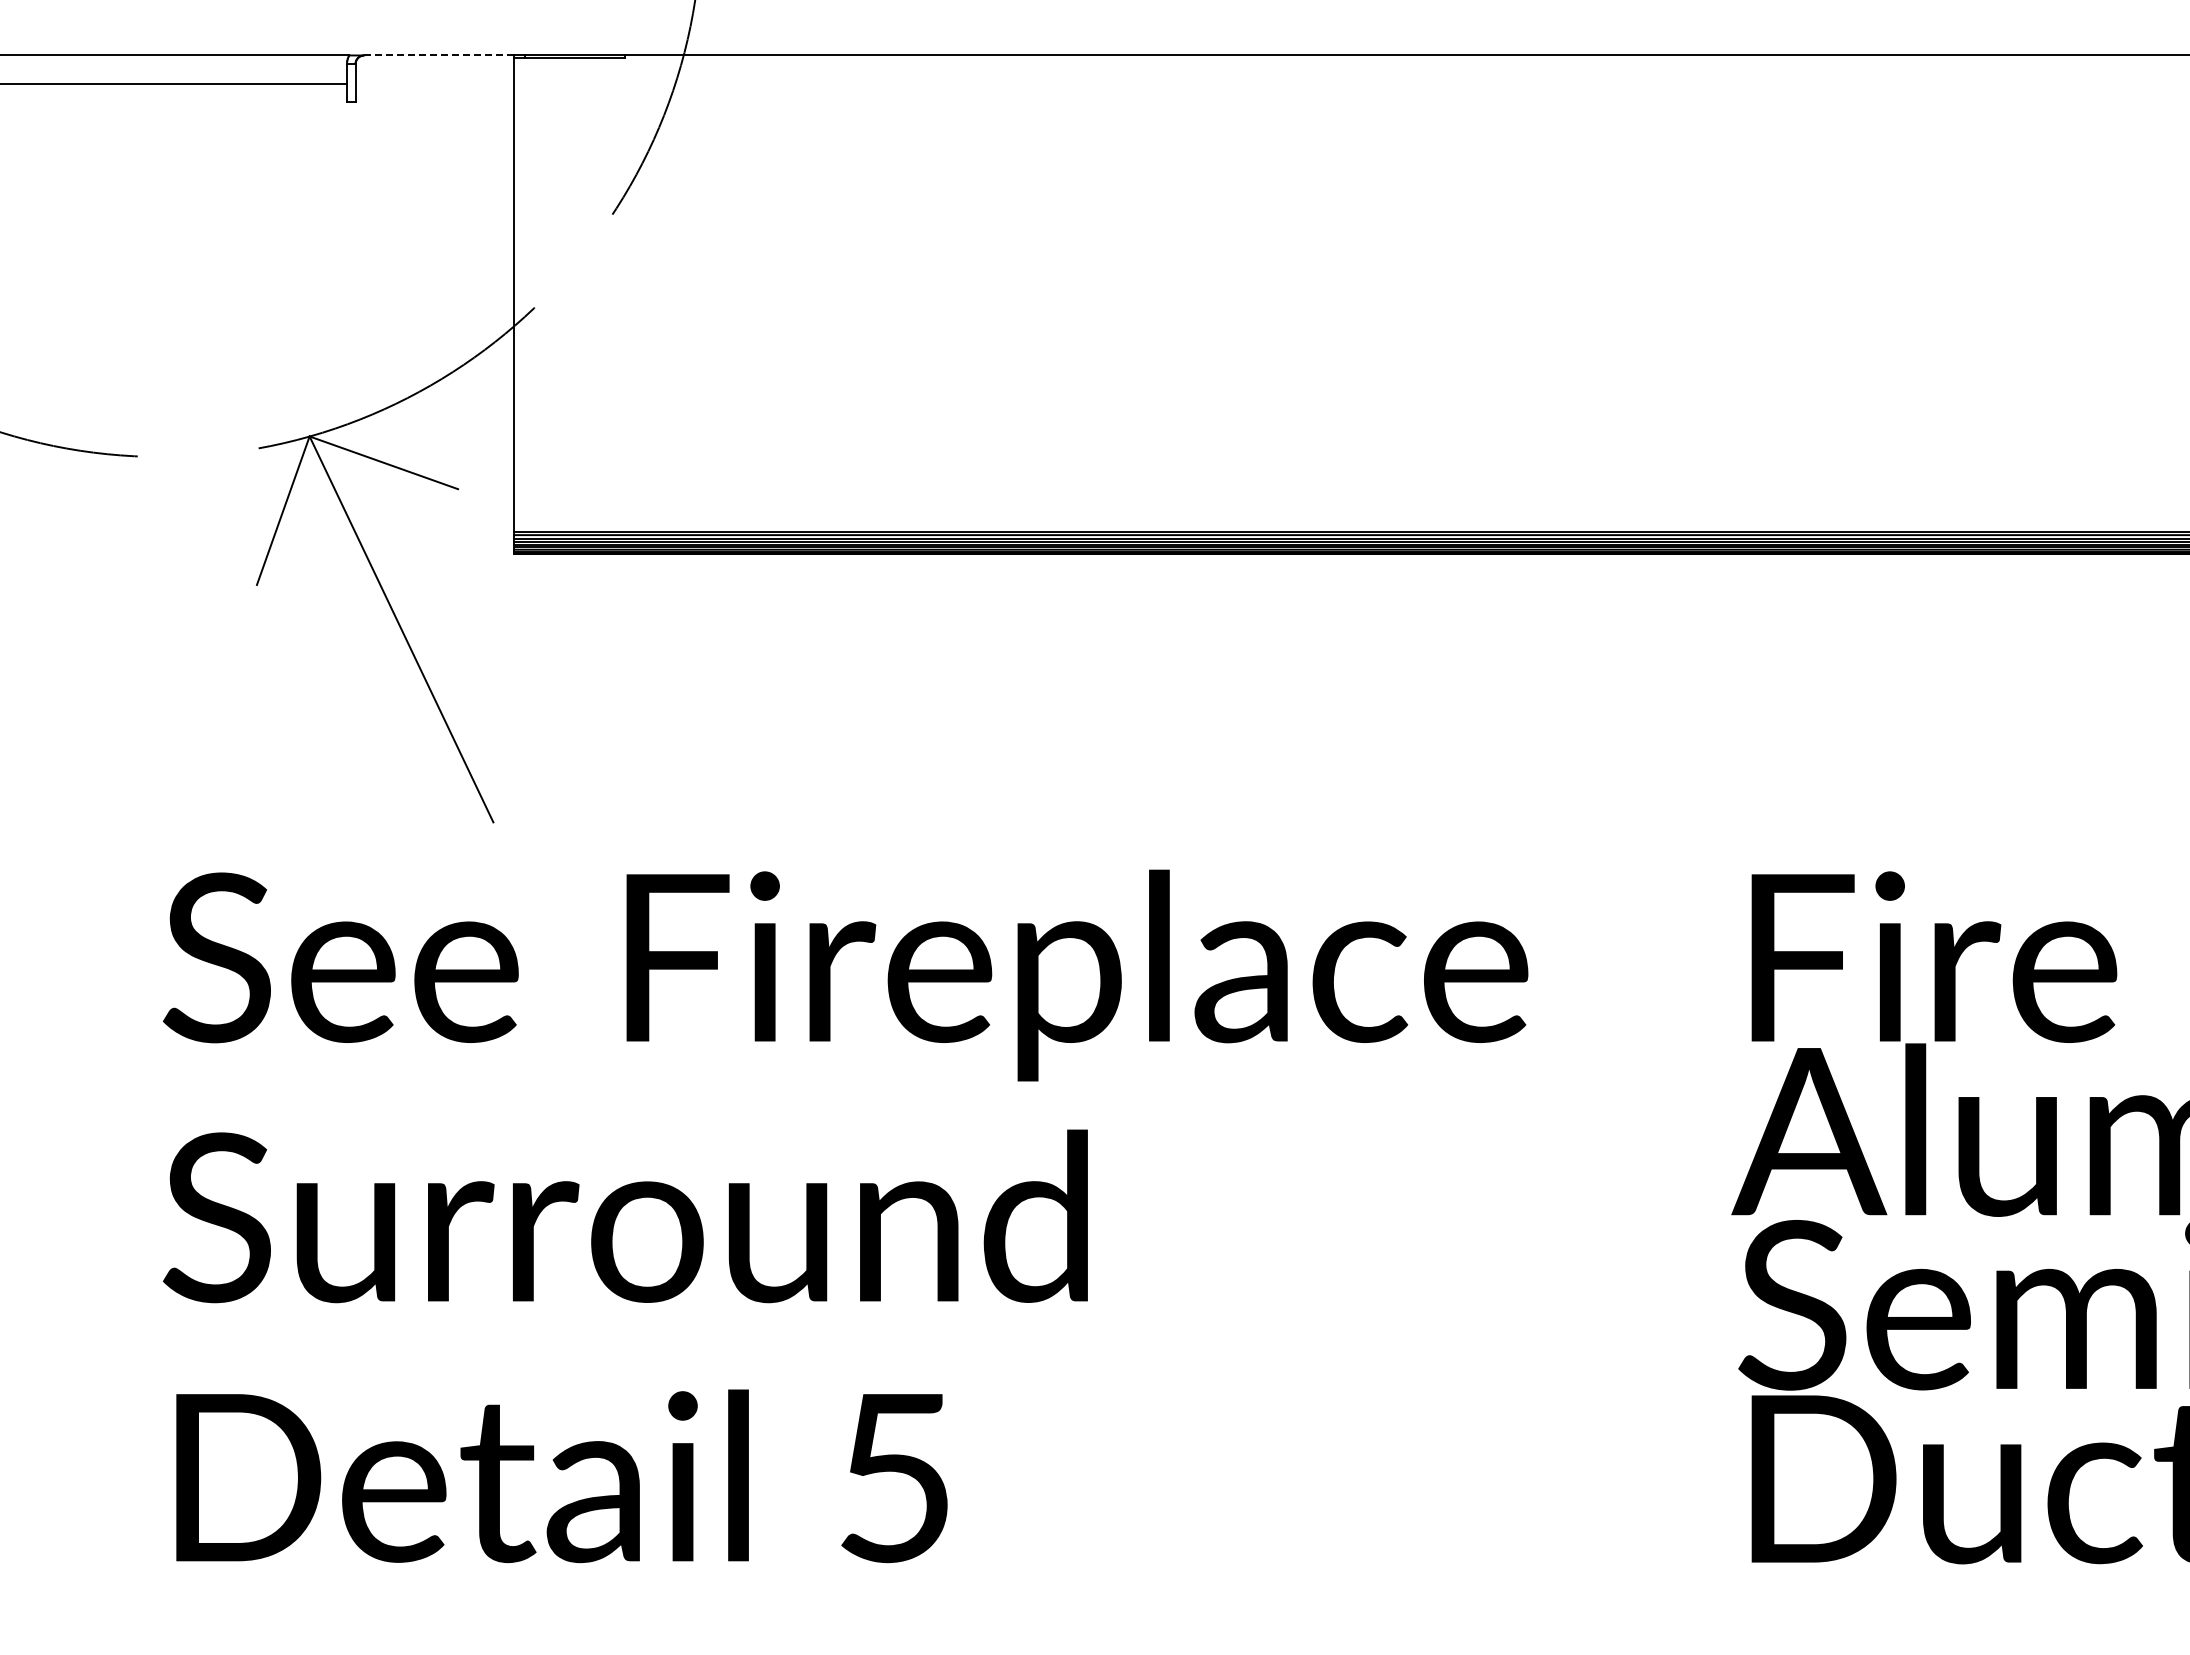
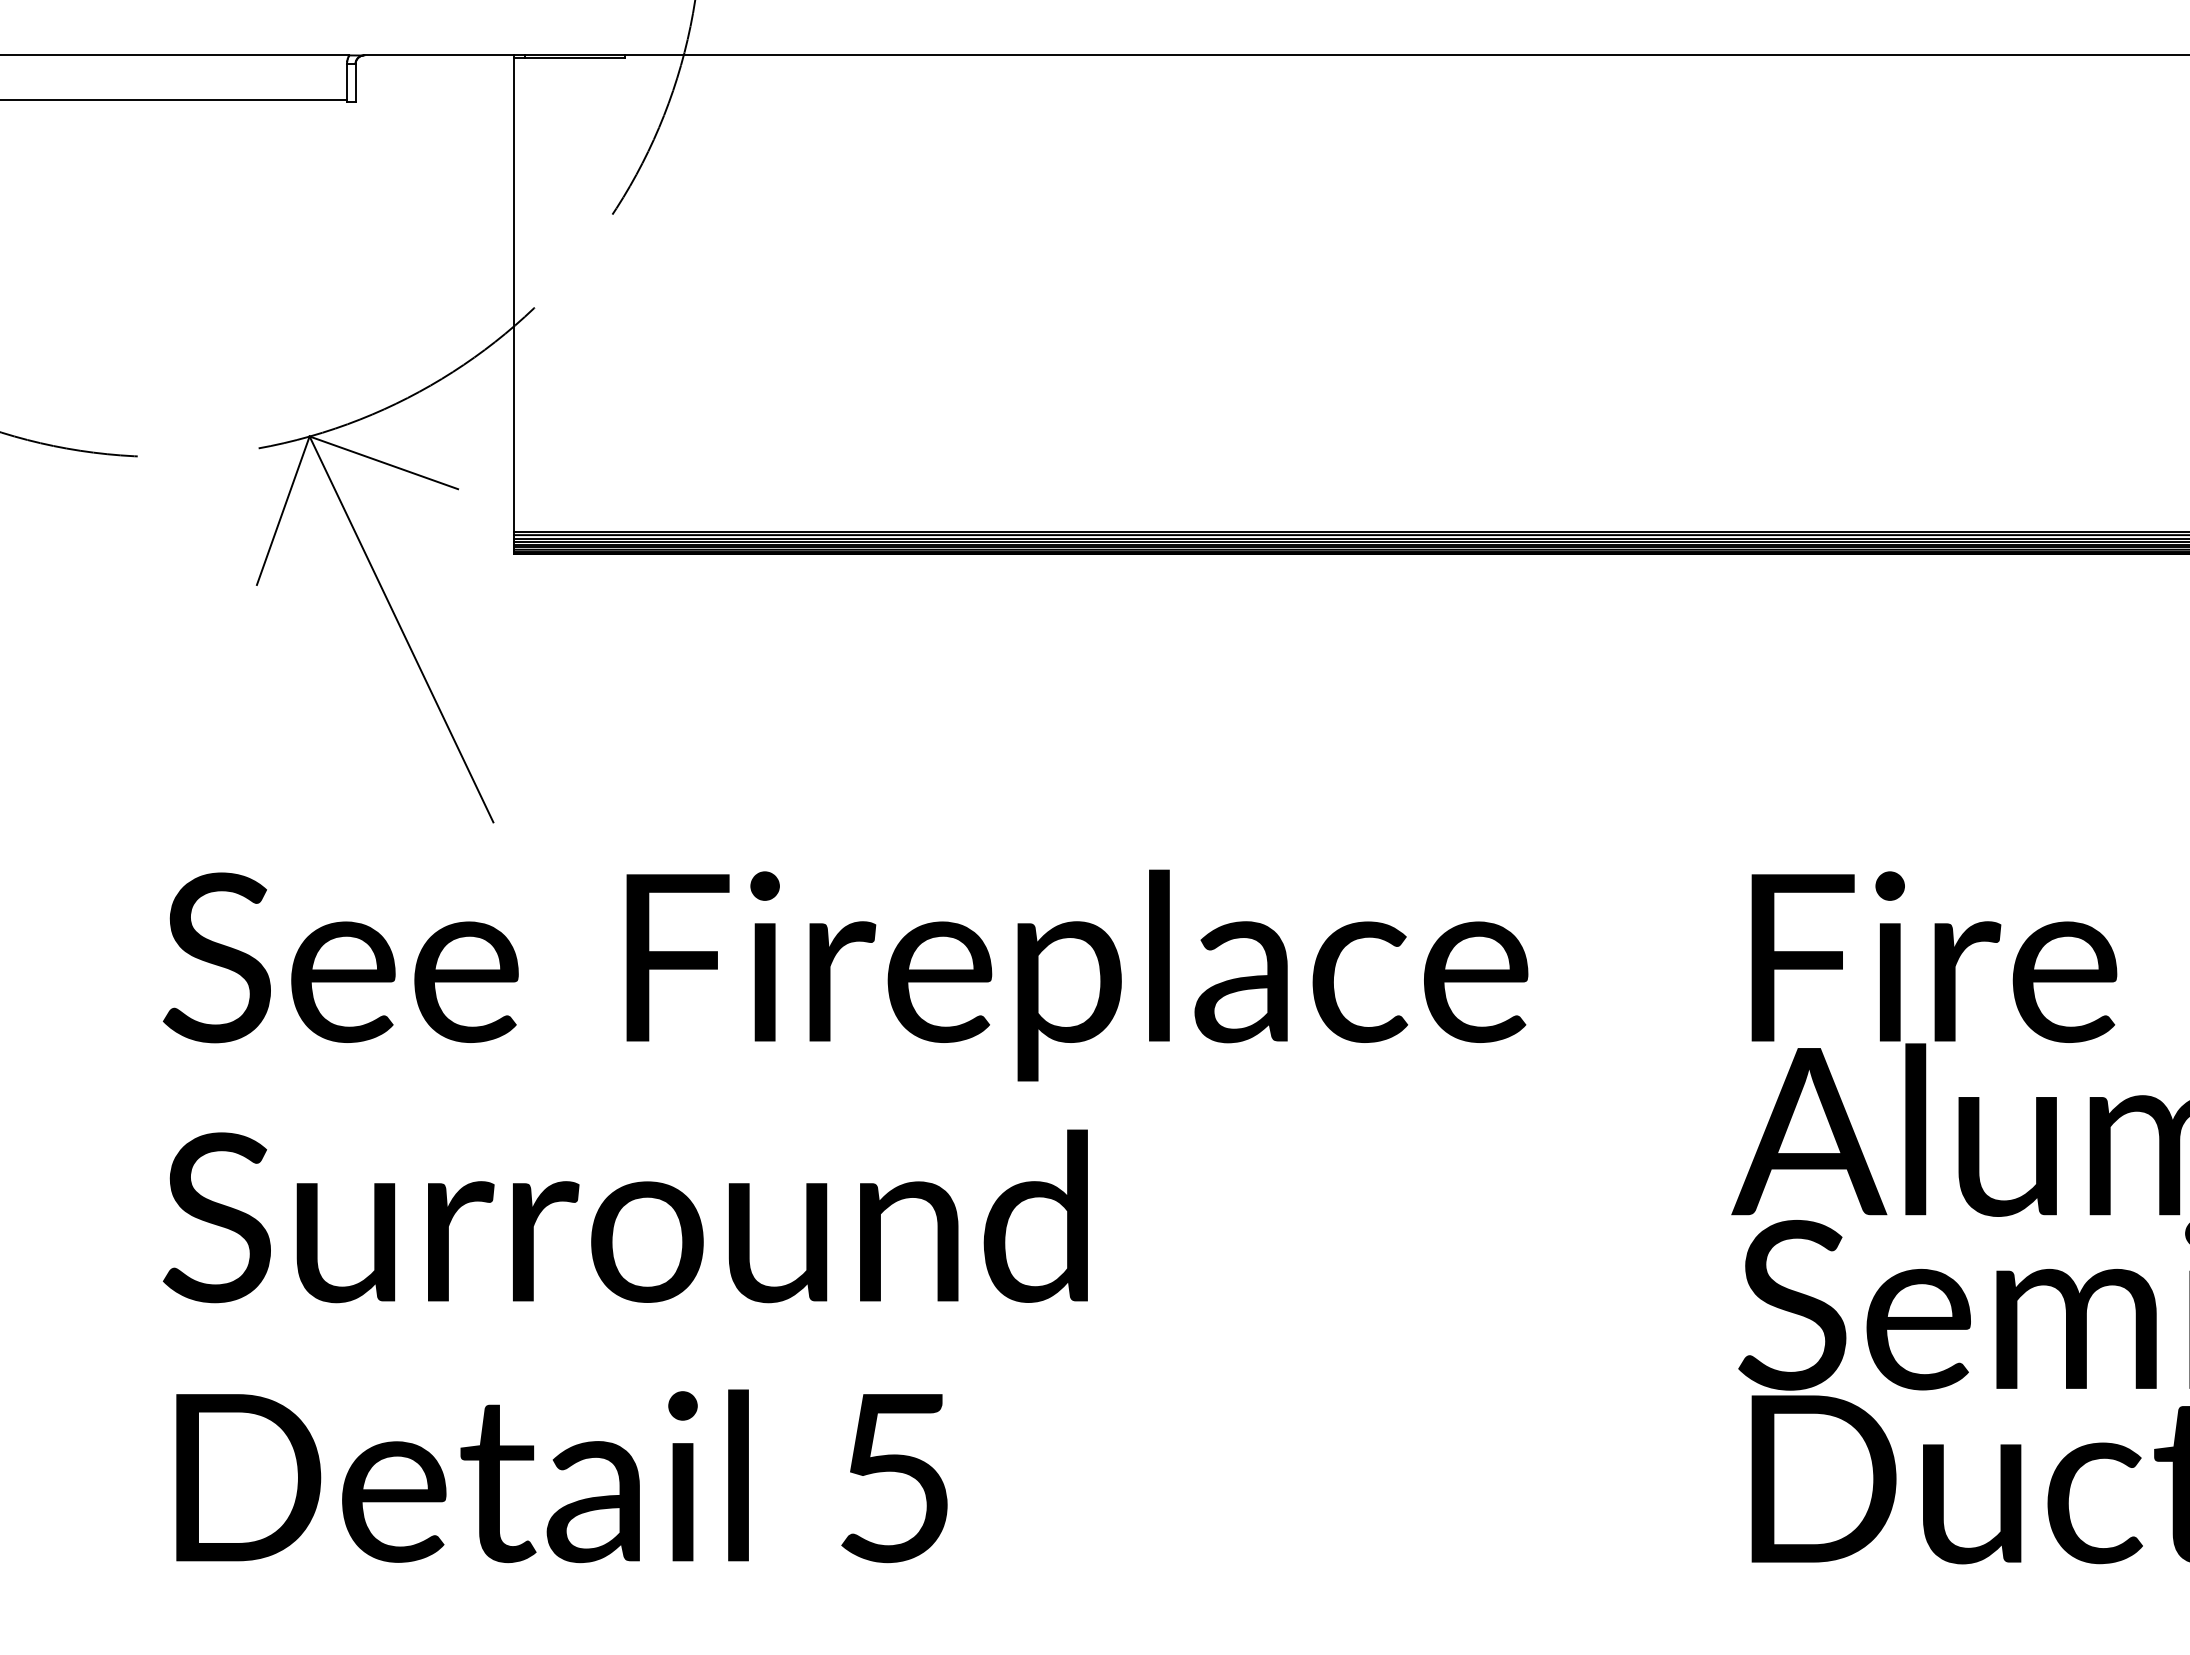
line at (439, 55): dashed -> solid
line at (174, 83) position: (174, 83) -> (174, 99)
